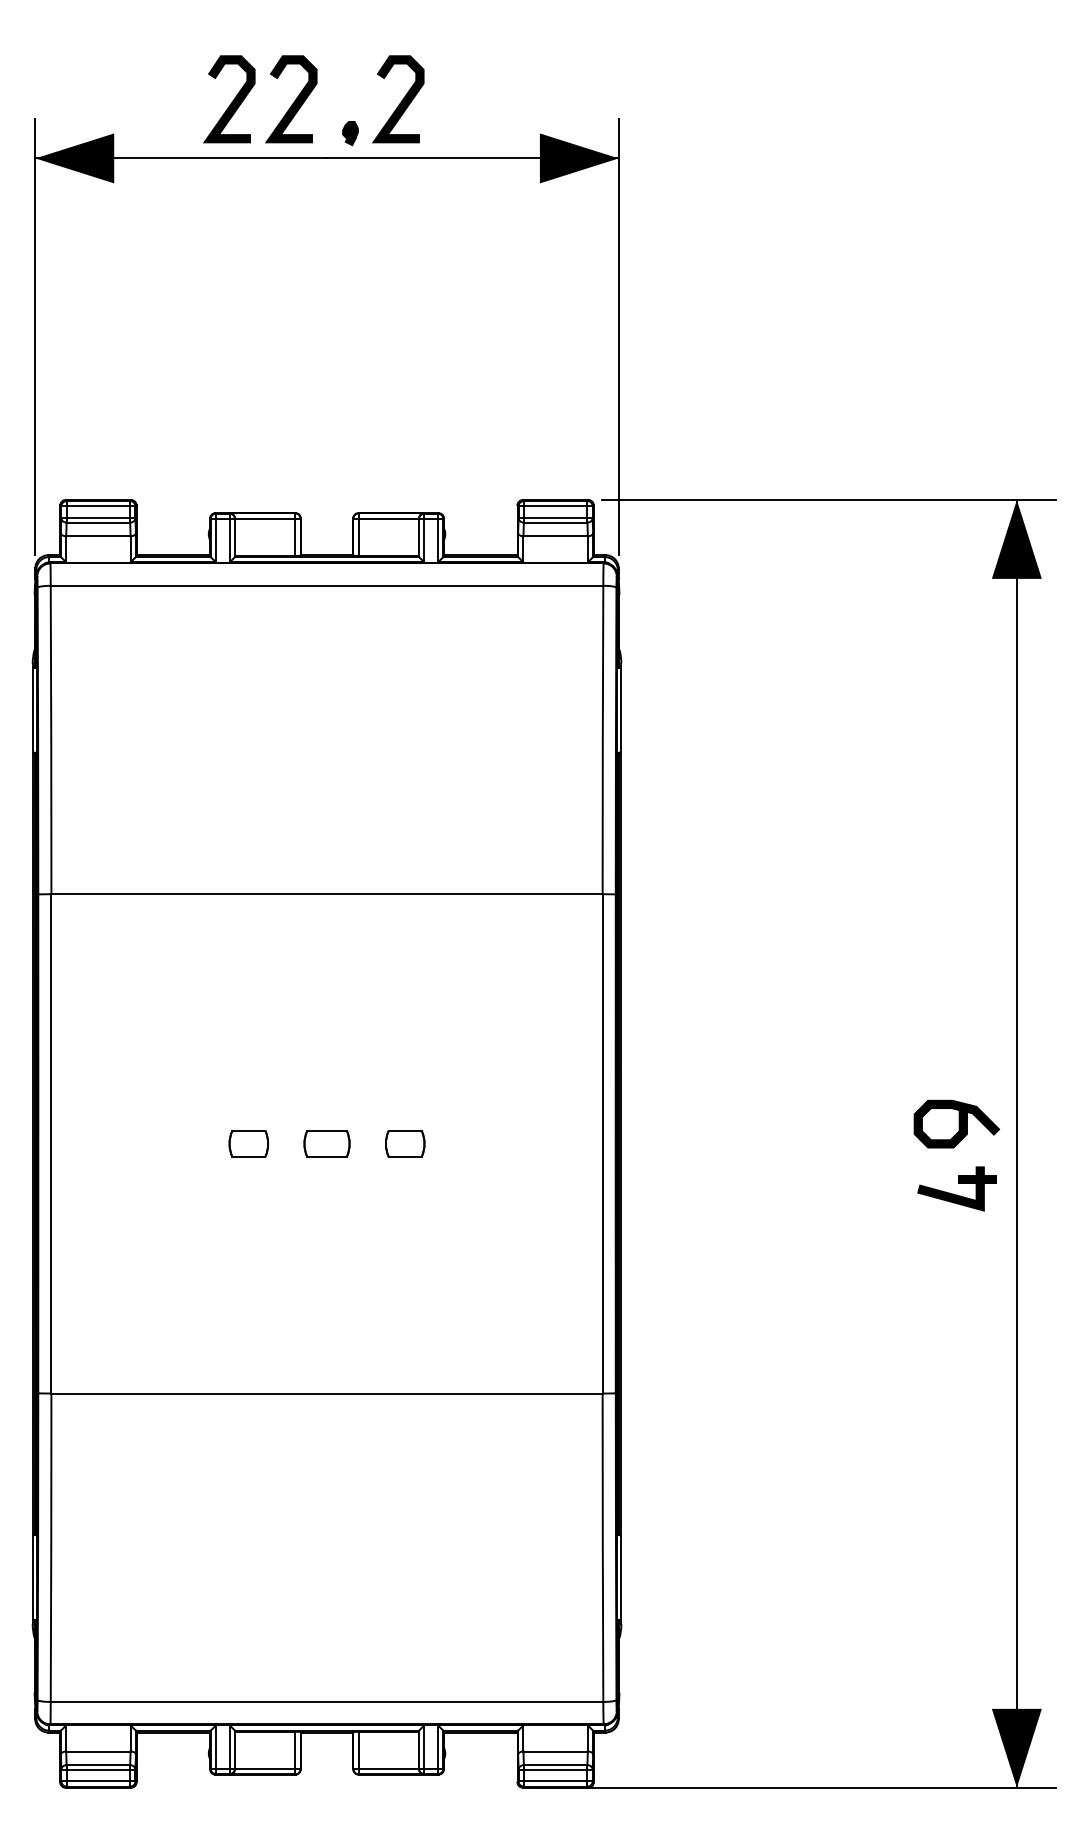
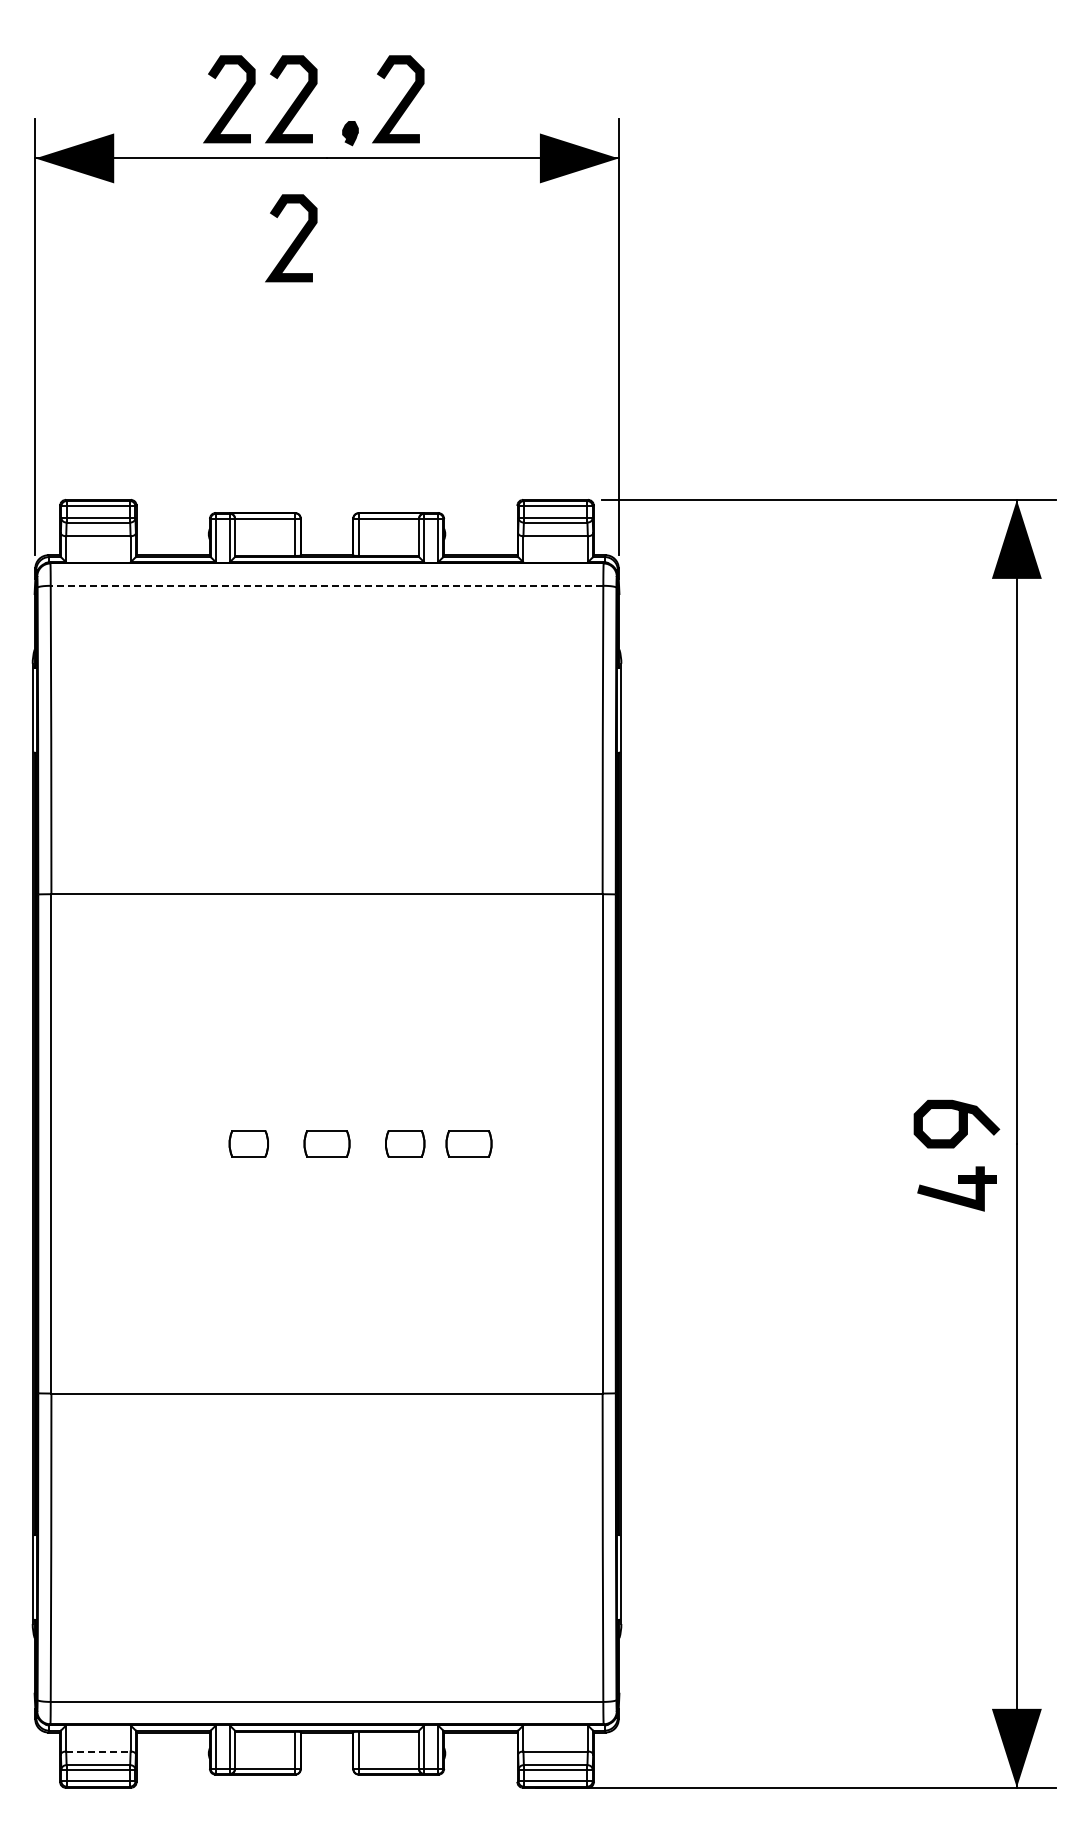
curve at (294, 239): none -> present
line at (326, 585): solid -> dashed
part at (468, 1143): none -> present
line at (98, 1751): solid -> dashed
